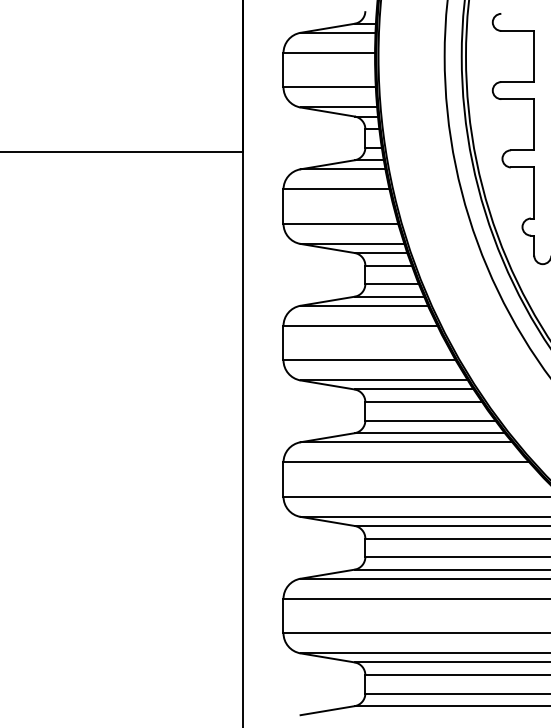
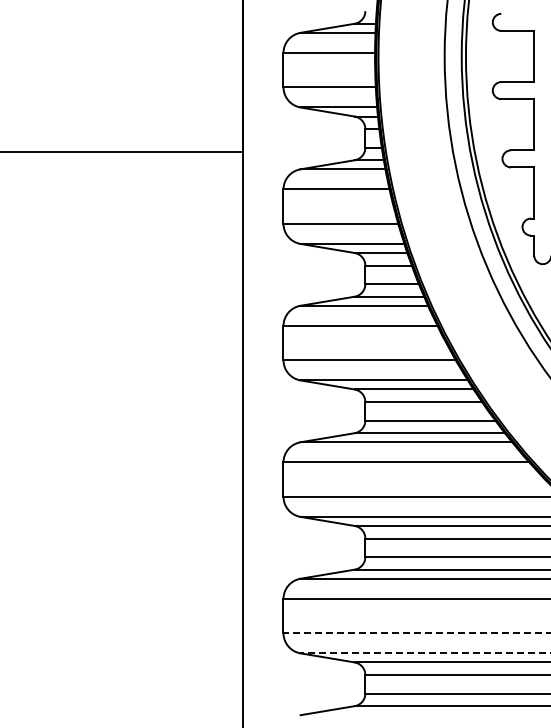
line at (416, 633): solid -> dashed
line at (425, 653): solid -> dashed
